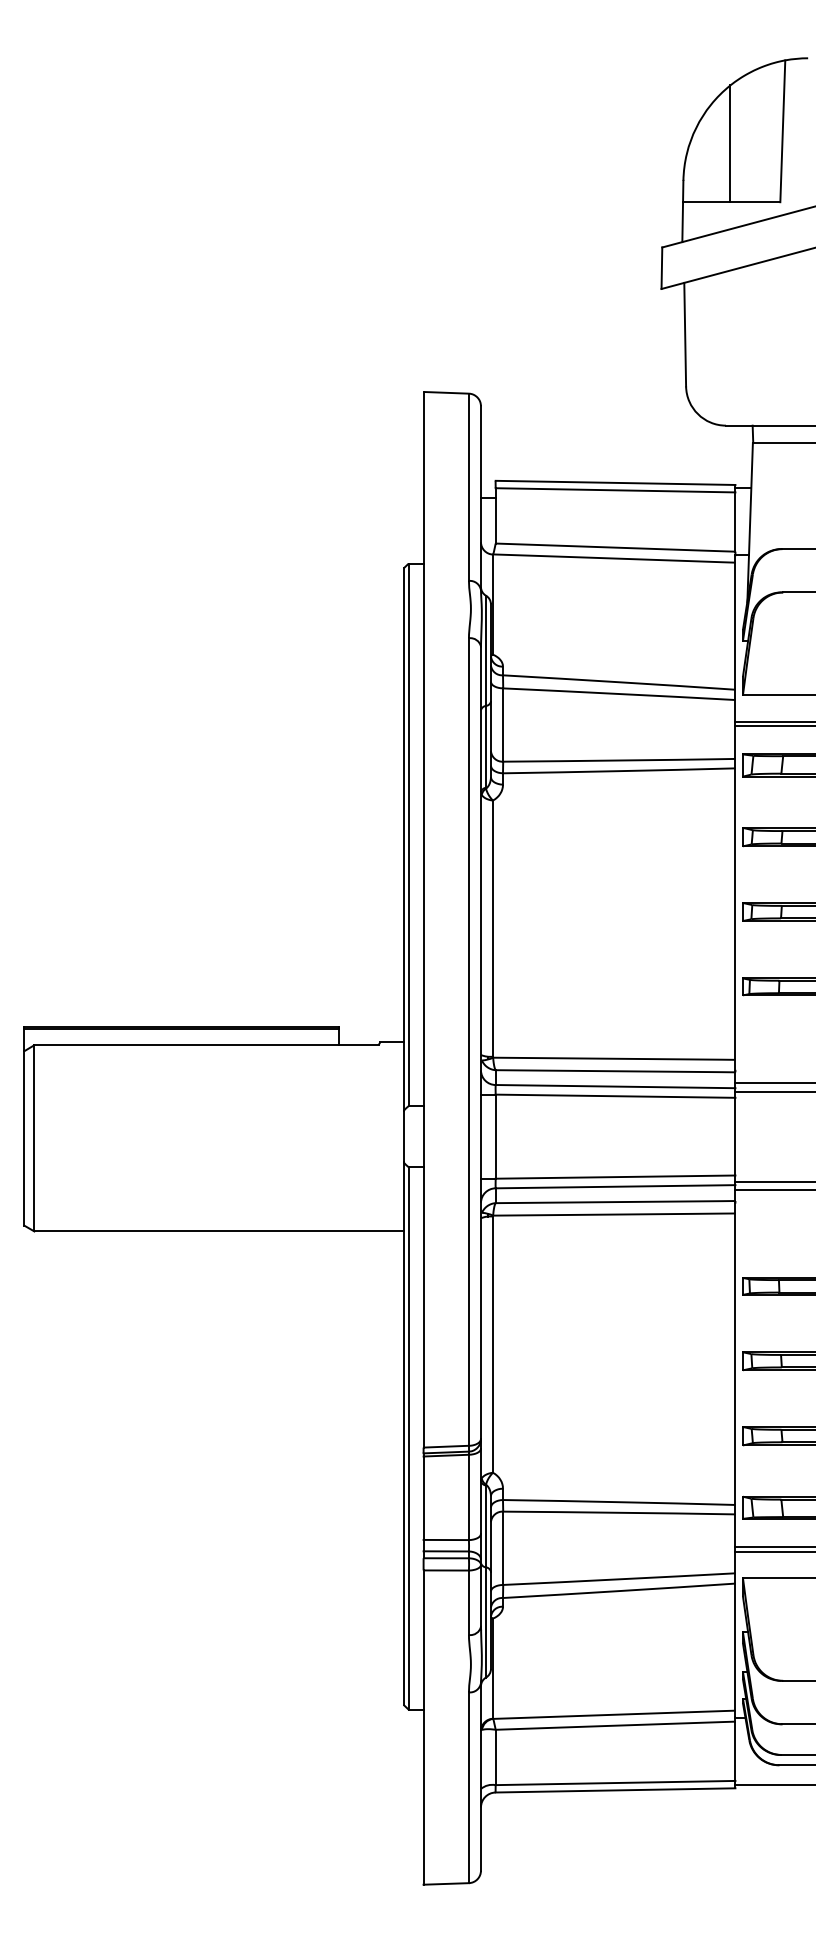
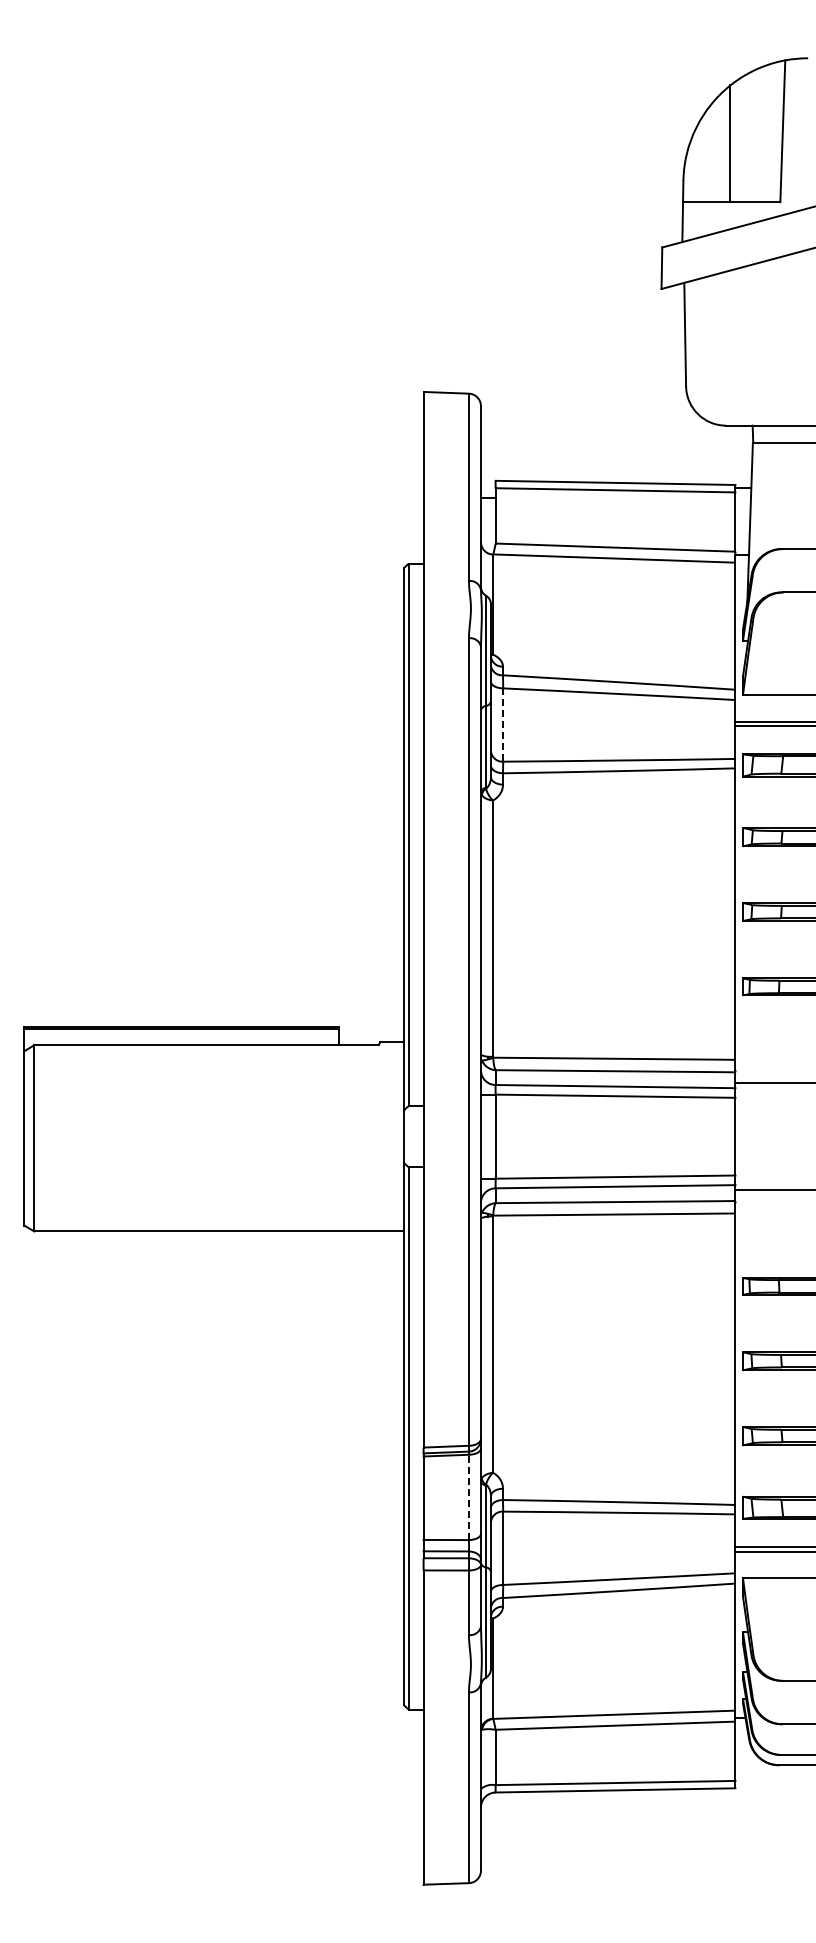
line at (503, 725): solid -> dashed
line at (773, 1091): present -> none
line at (773, 1181): present -> none
line at (468, 1497): solid -> dashed
line at (773, 1785): present -> none
